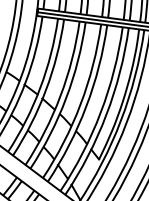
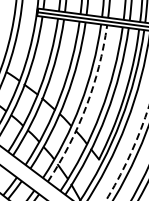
arc at (86, 106): solid -> dashed
arc at (130, 154): solid -> dashed
